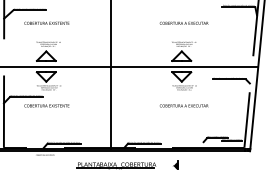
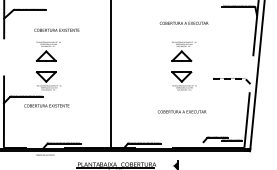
text at (46, 22) position: (46, 22) -> (56, 29)
line at (130, 66): present -> none
line at (229, 79): solid -> dashed
text at (183, 105) position: (183, 105) -> (181, 111)
